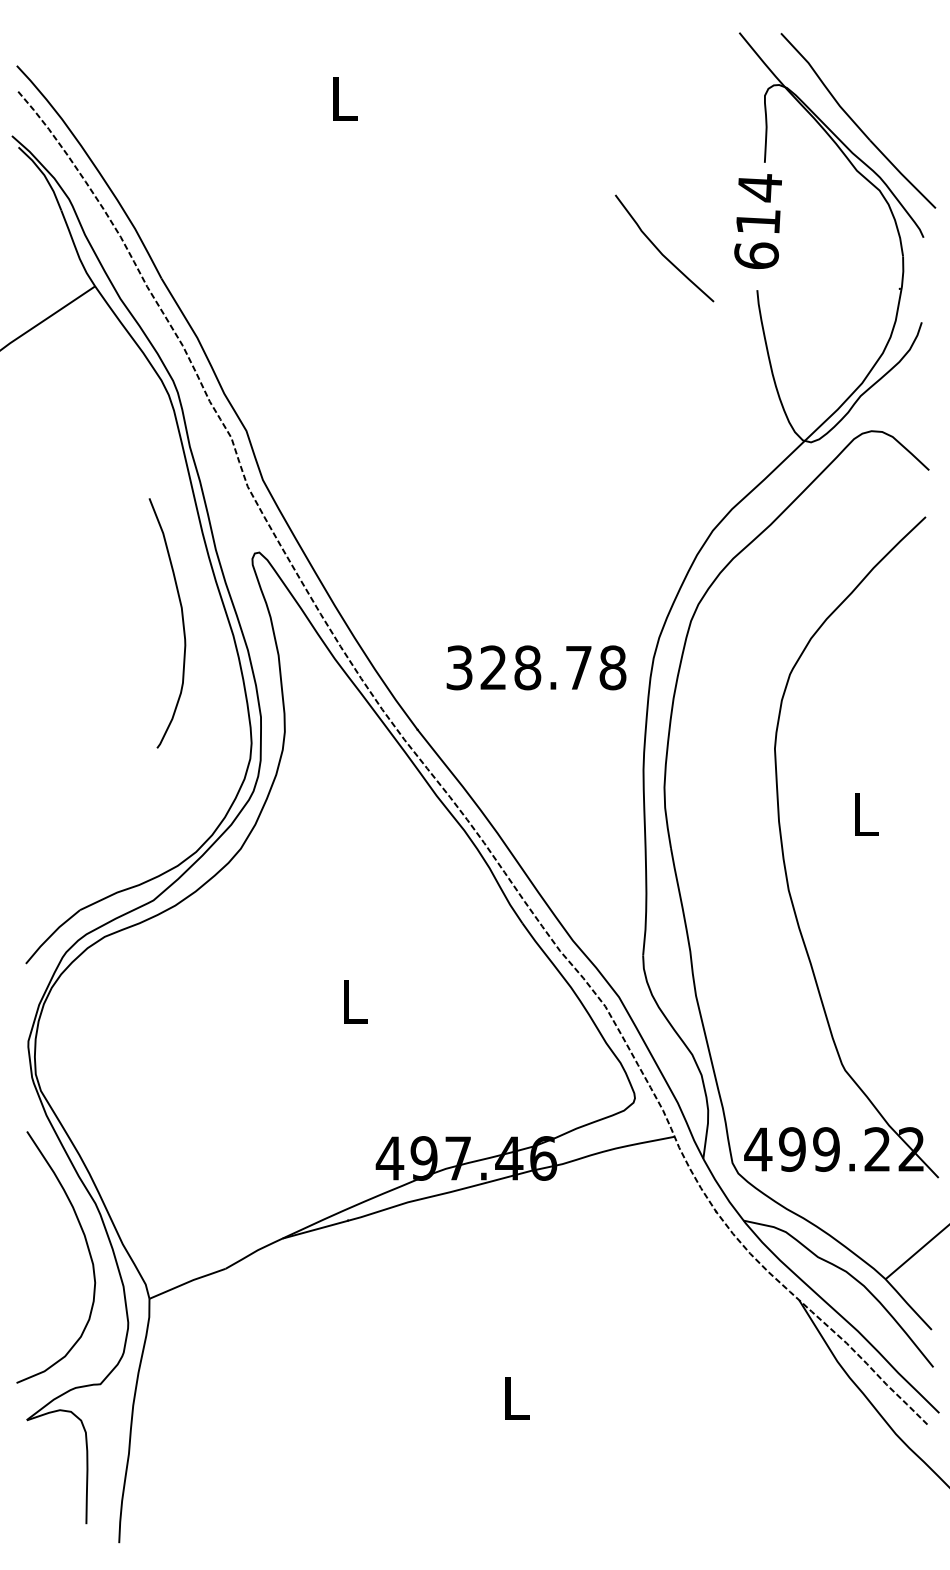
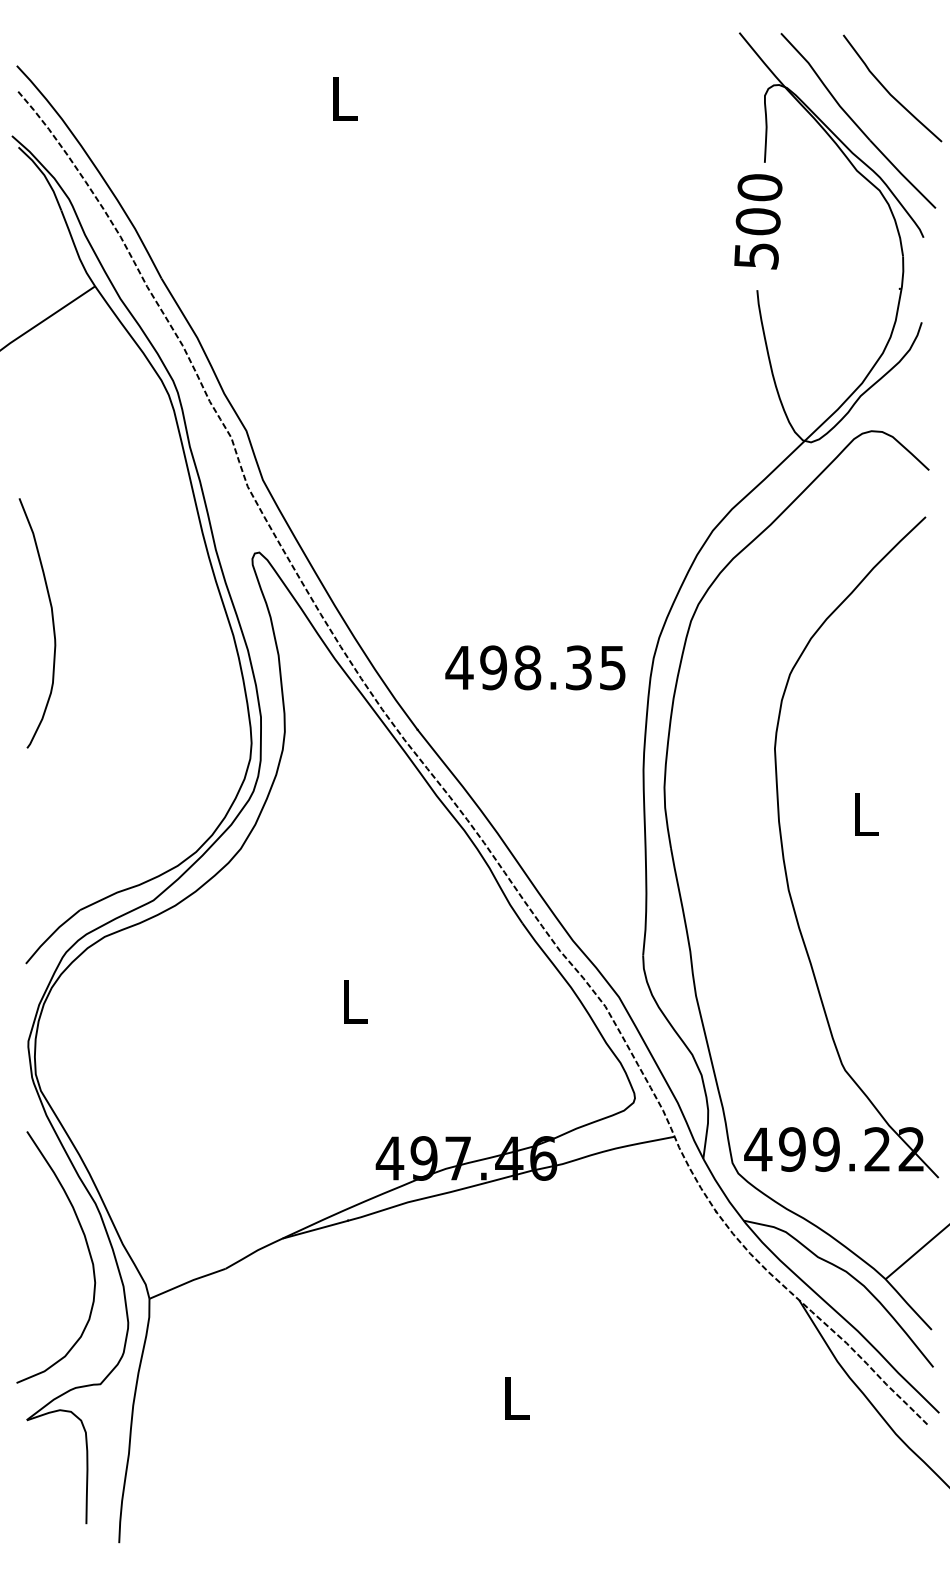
text at (758, 221): 614 -> 500
curve at (660, 250) position: (660, 250) -> (888, 90)
curve at (182, 623) position: (182, 623) -> (52, 623)
text at (535, 667): 328.78 -> 498.35
